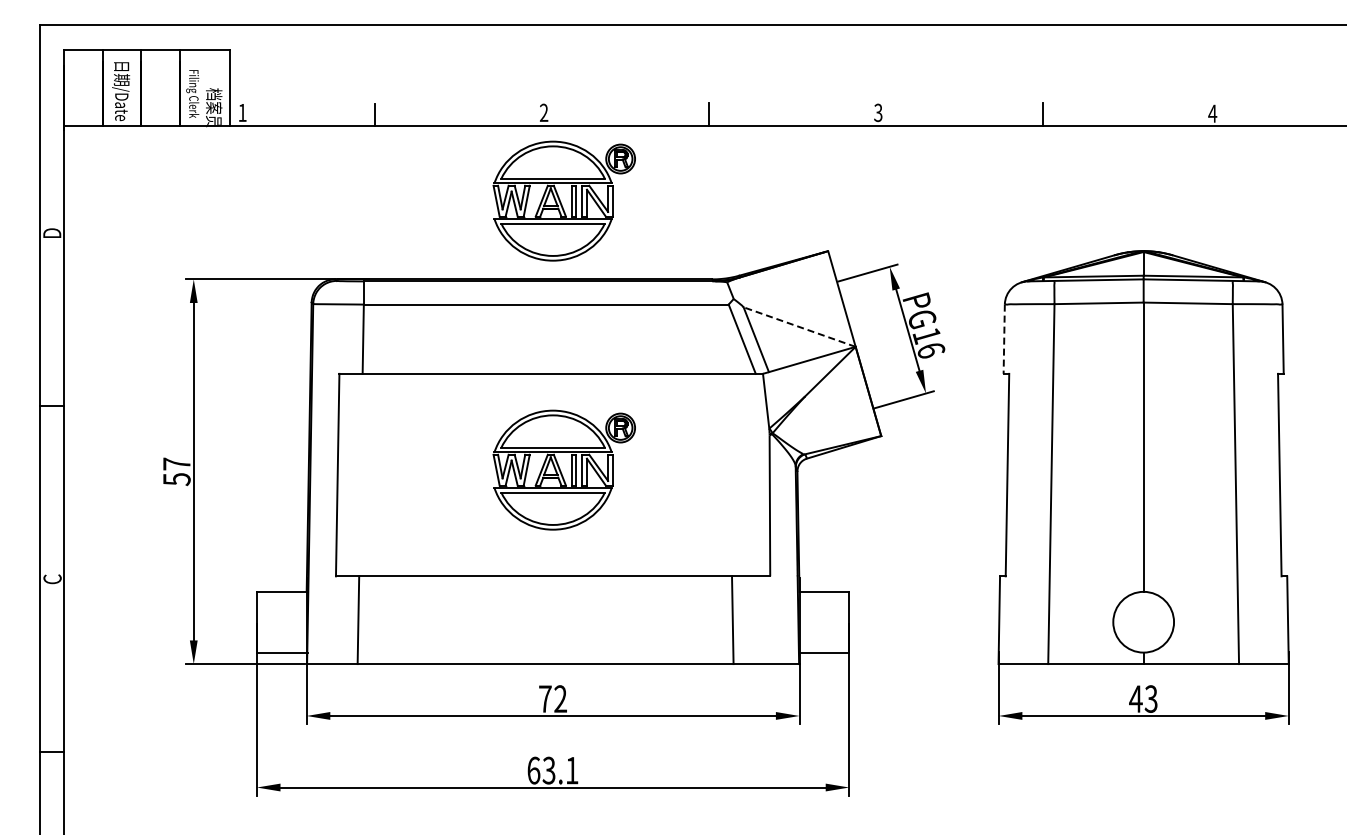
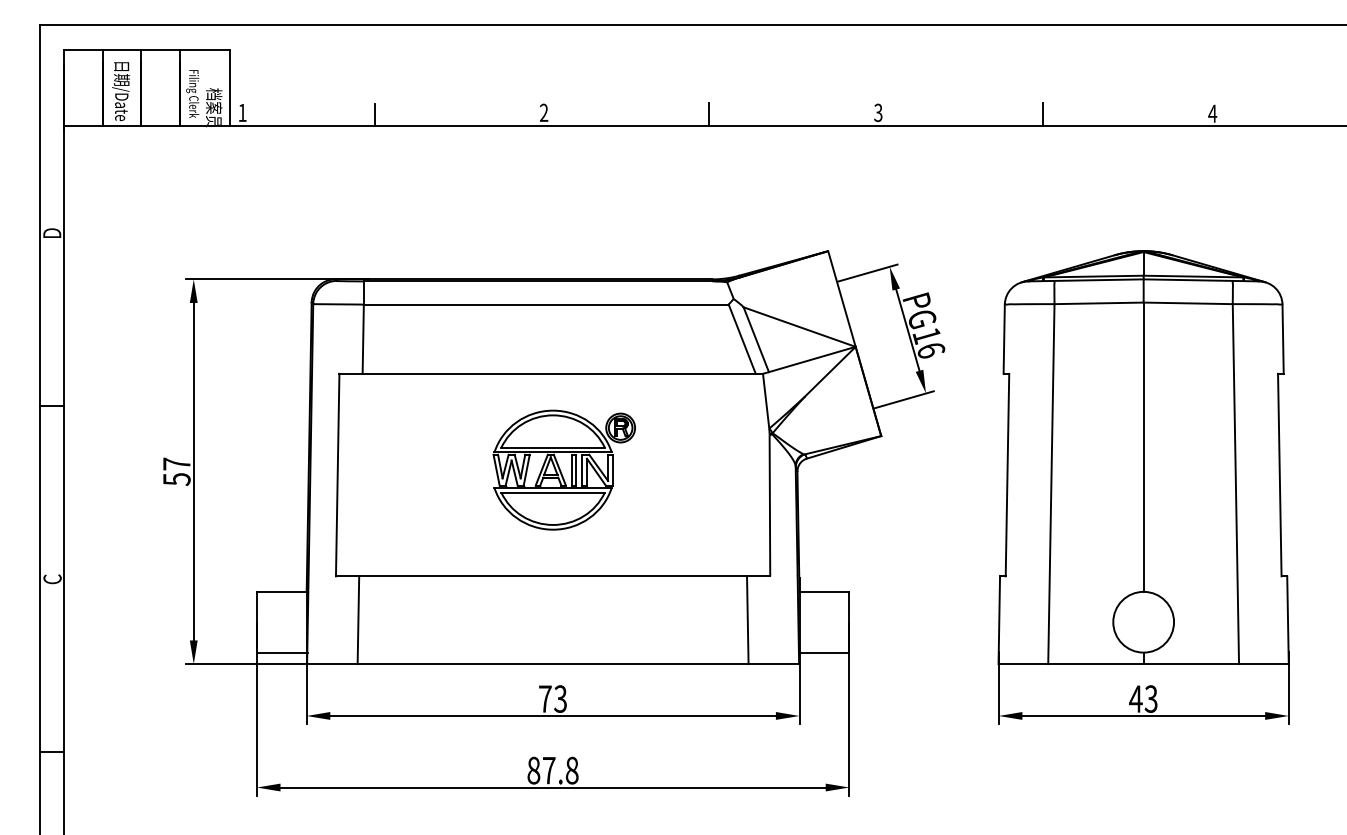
part at (563, 200): present -> none
line at (799, 326): dashed -> solid
line at (1004, 339): dashed -> solid
line at (732, 620) position: (732, 620) -> (747, 620)
text at (560, 698): 72 -> 73
text at (552, 770): 63.1 -> 87.8
